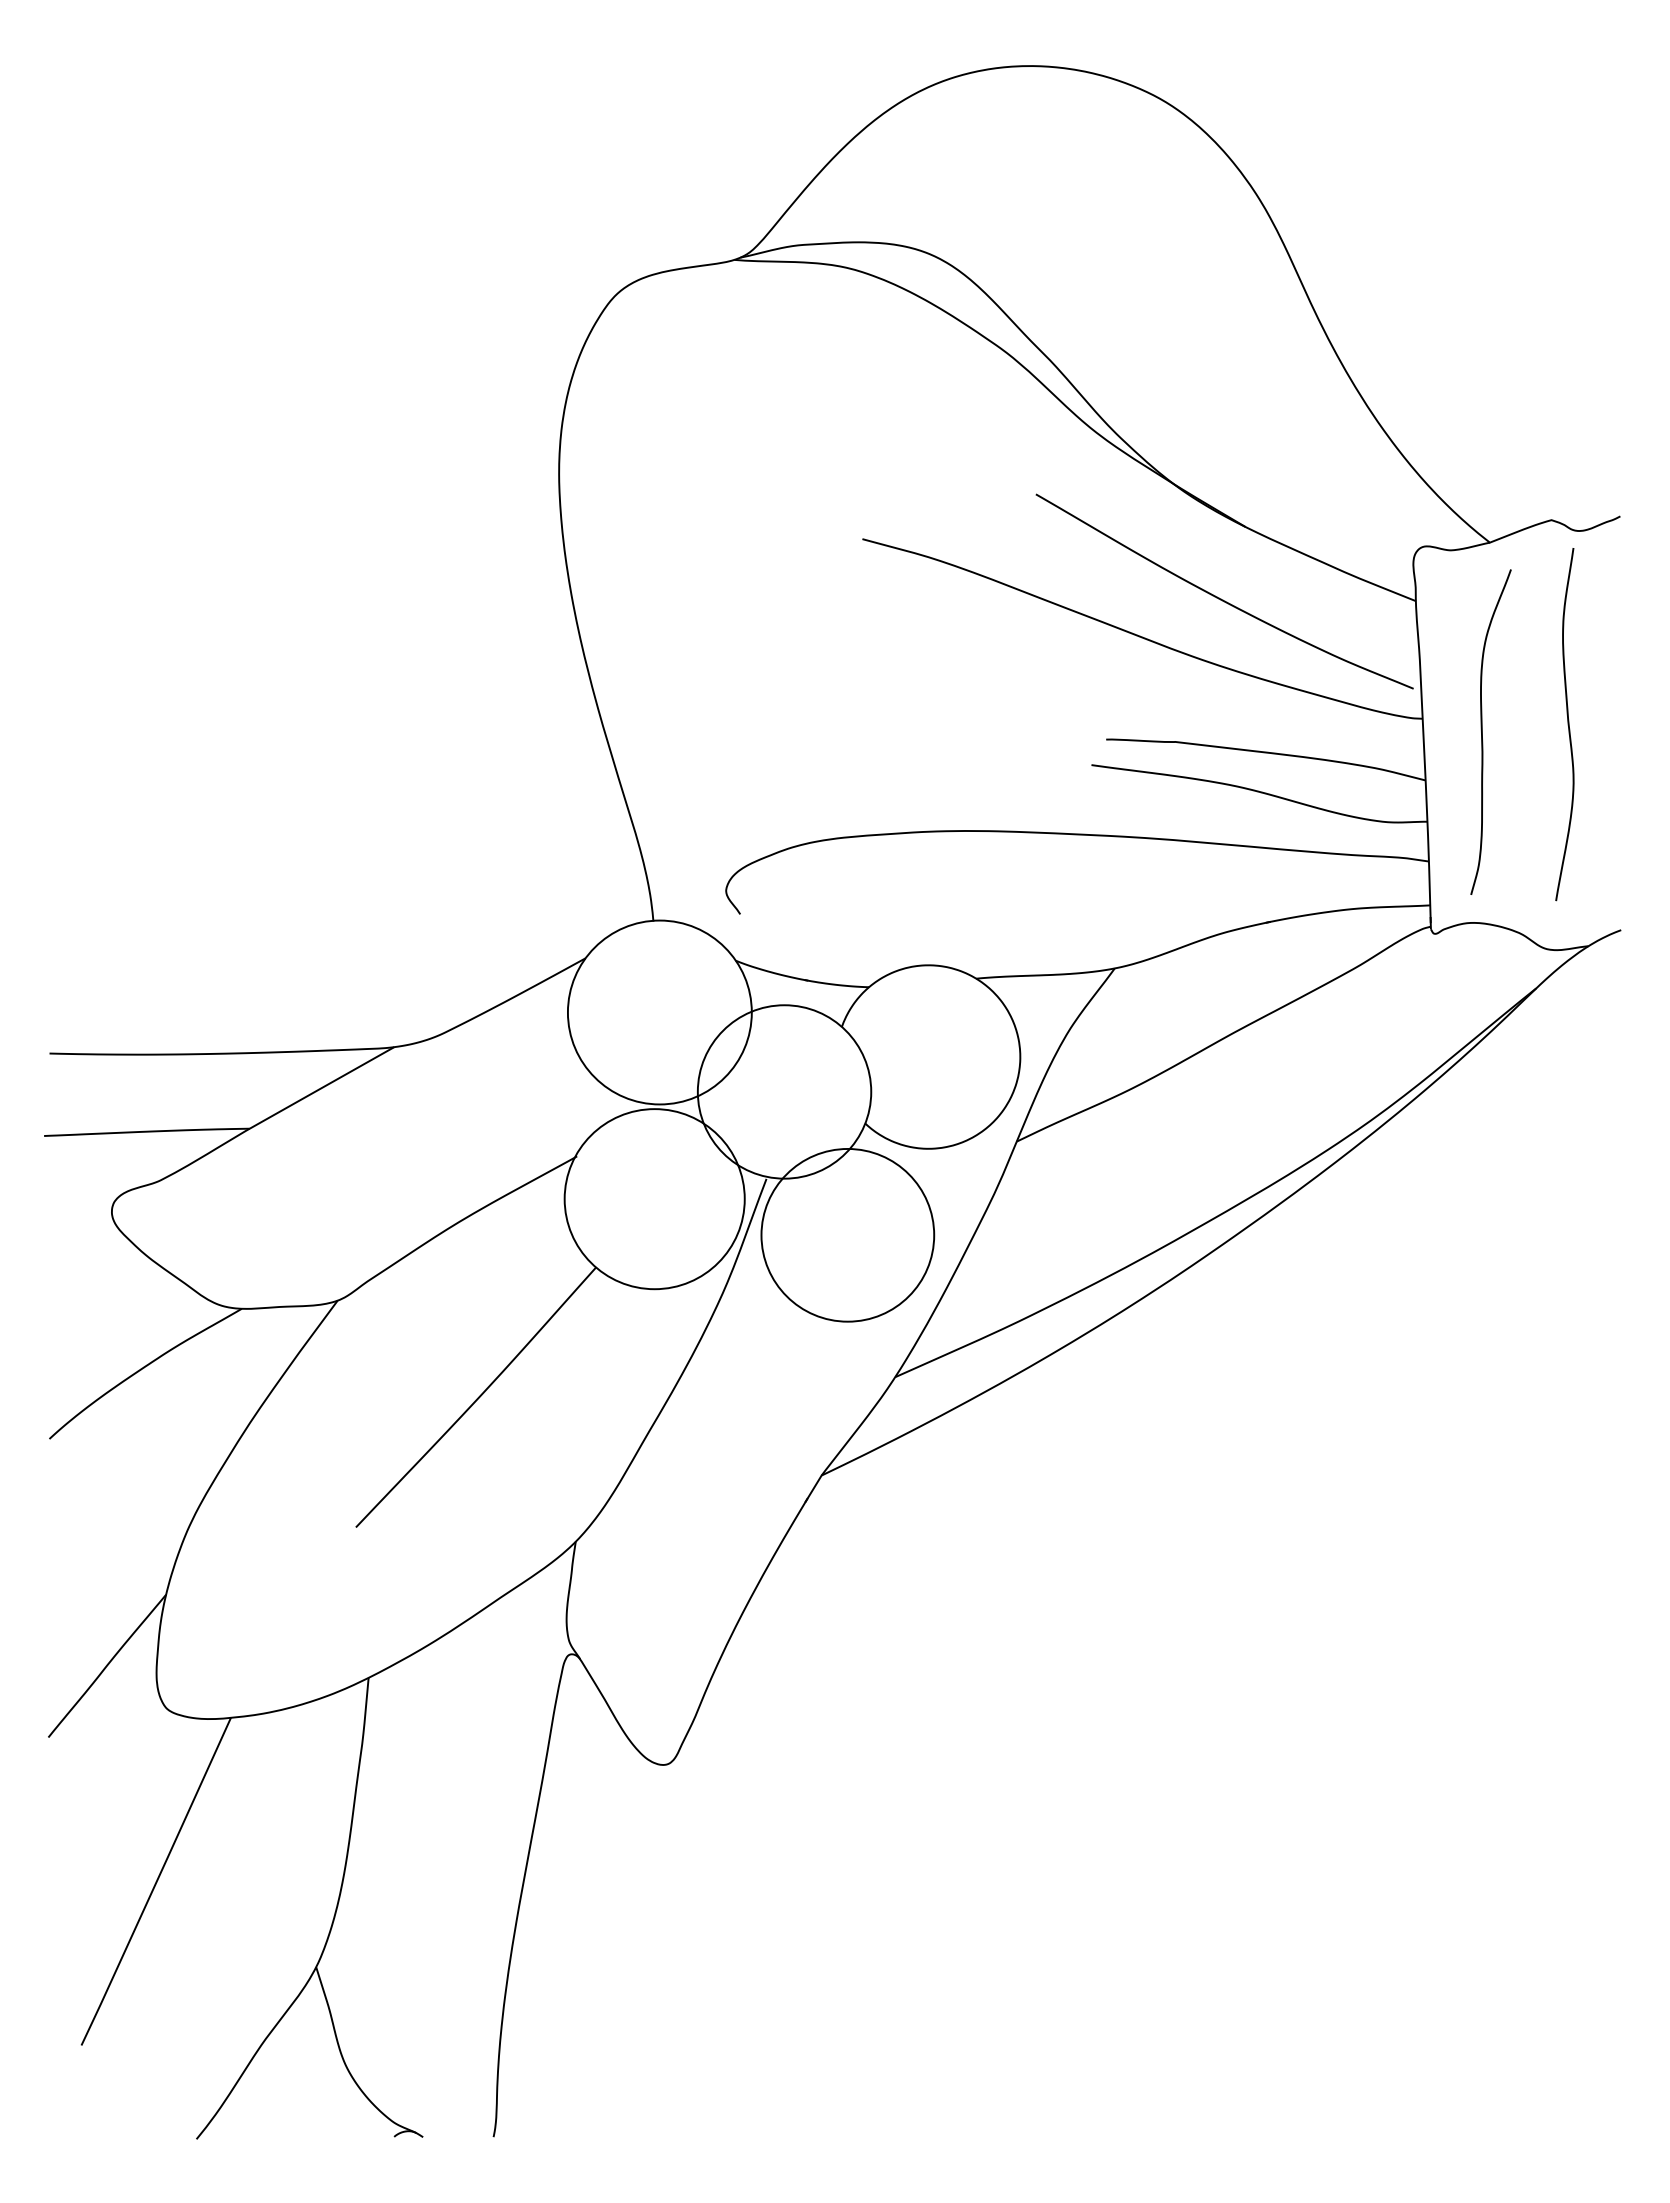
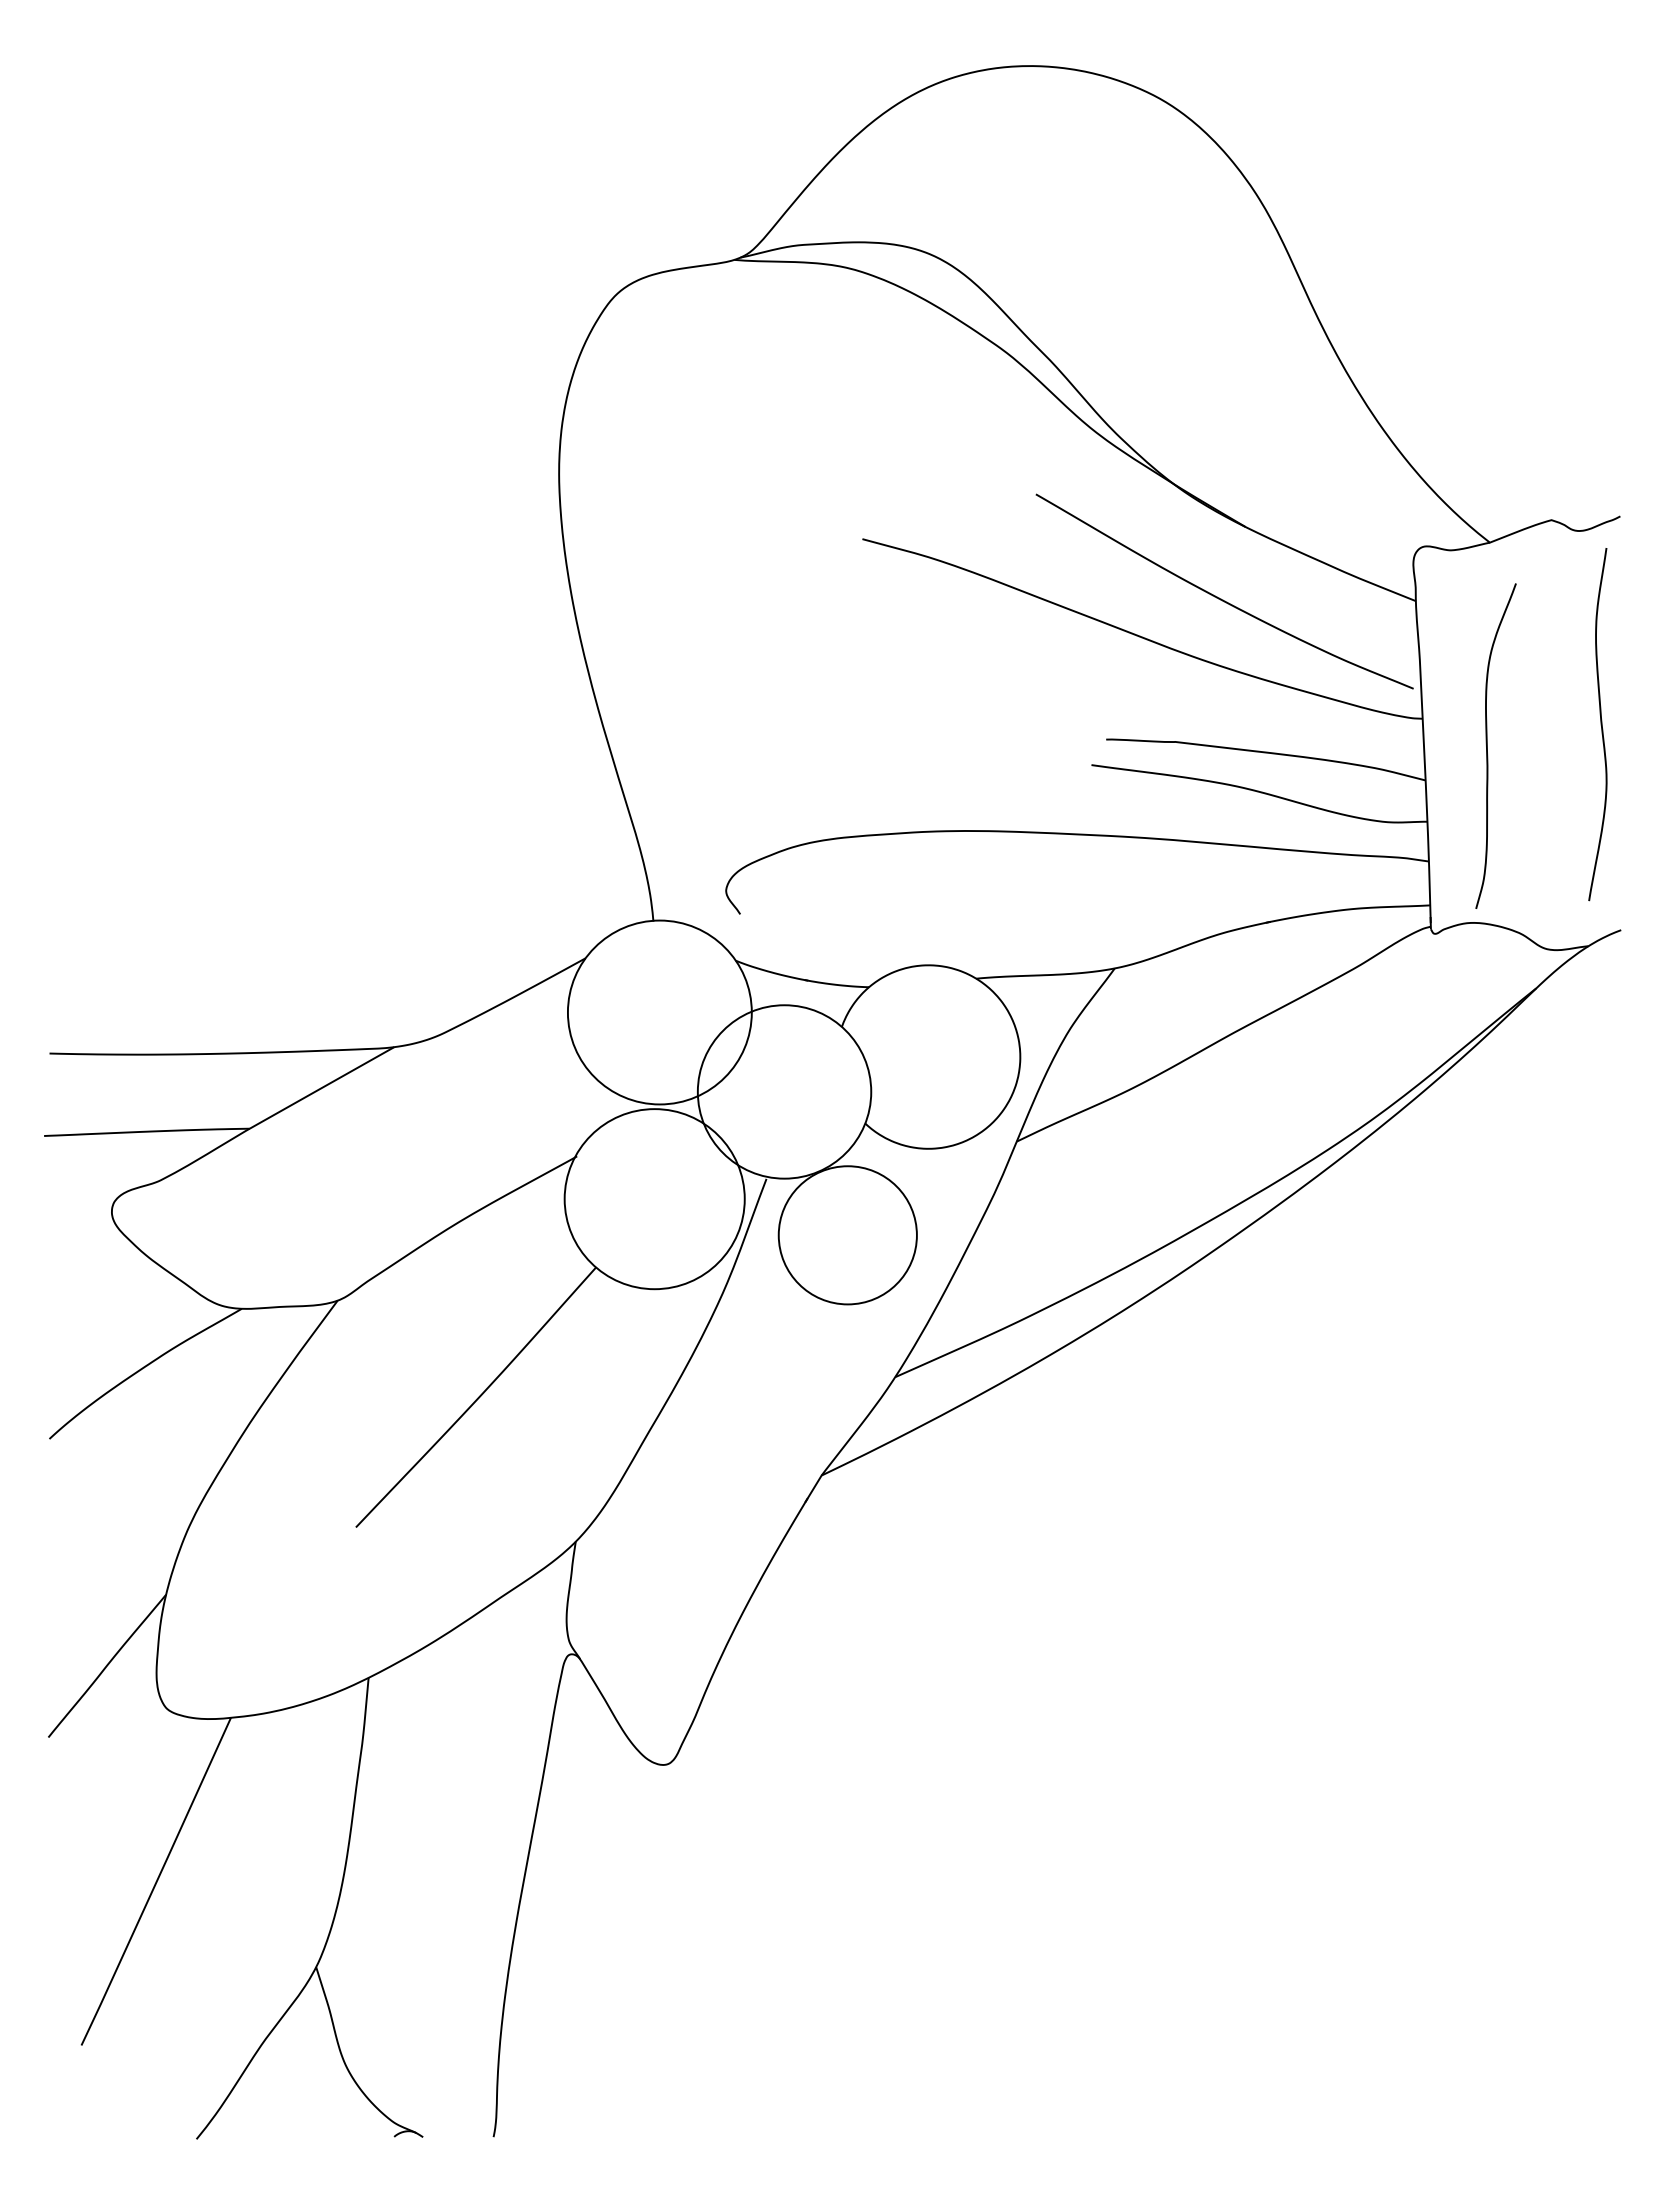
curve at (1567, 724) position: (1567, 724) -> (1600, 724)
curve at (1482, 731) position: (1482, 731) -> (1487, 745)
circle at (847, 1234) diameter: 173 px -> 138 px
